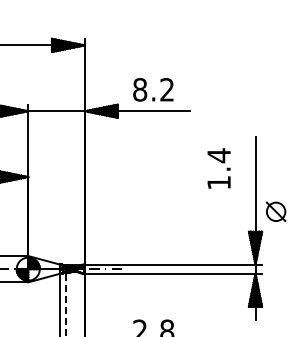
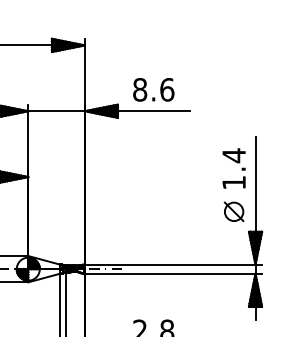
text at (167, 89): 8.2 -> 8.6
text at (218, 168) position: (218, 168) -> (233, 168)
part at (275, 211) position: (275, 211) -> (233, 211)
line at (66, 305): dashed -> solid
